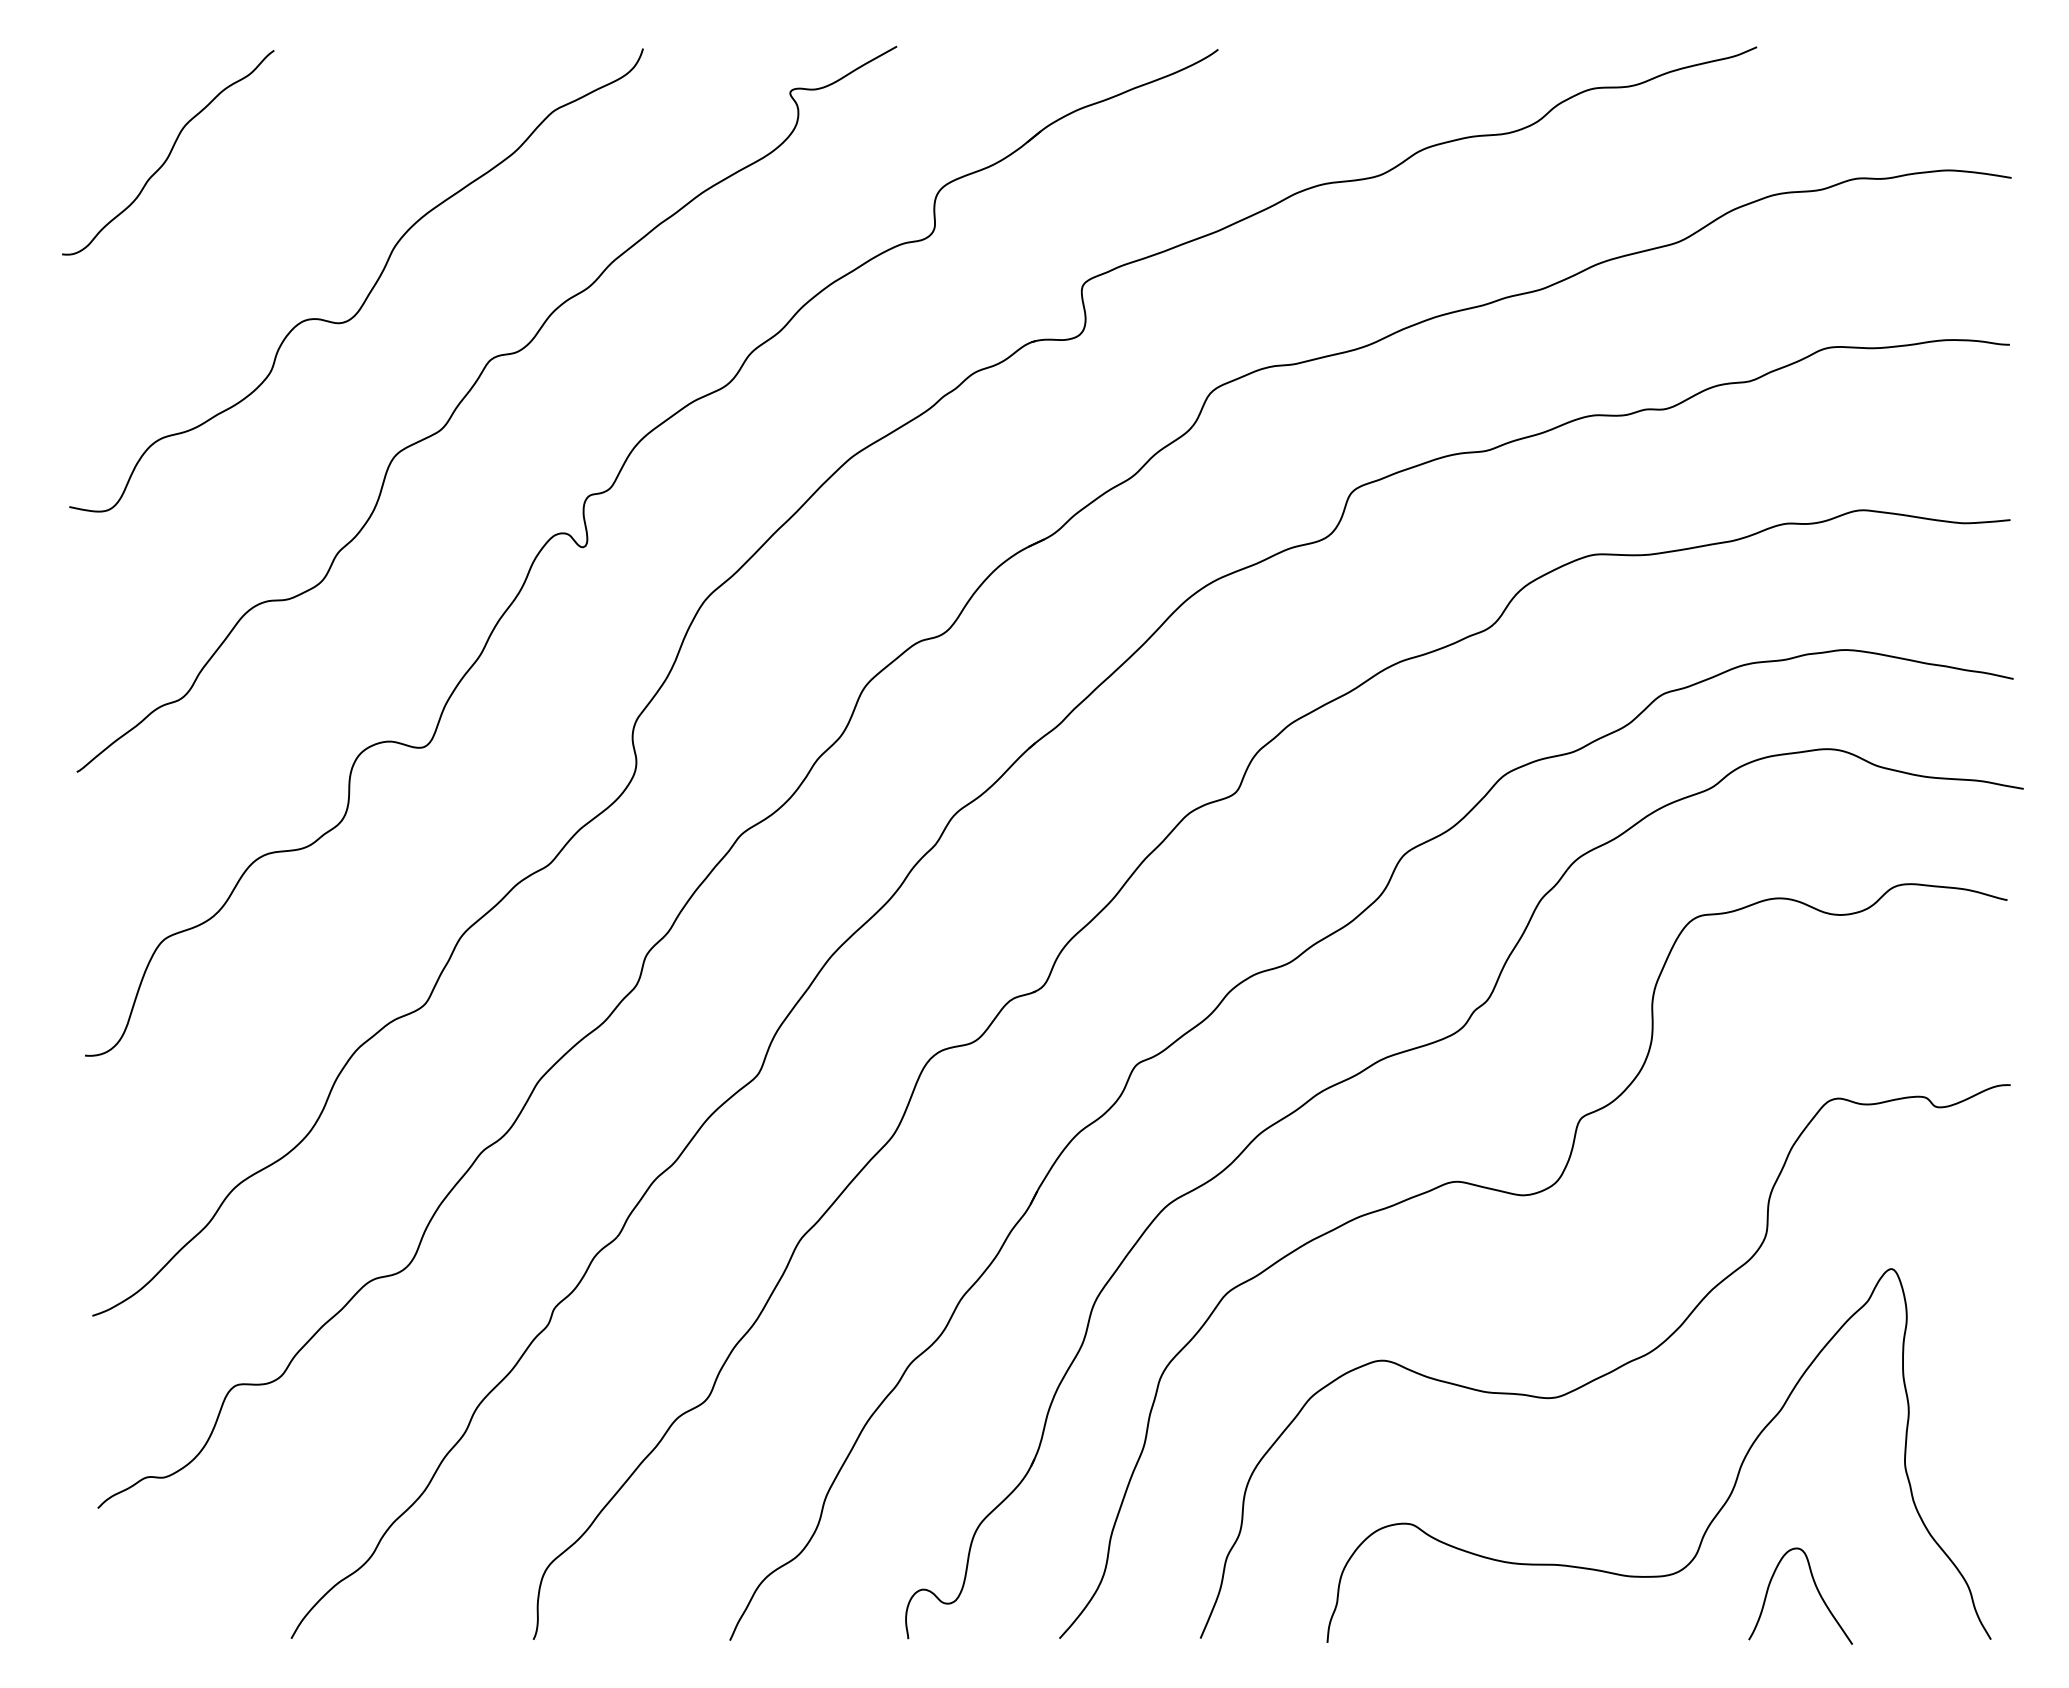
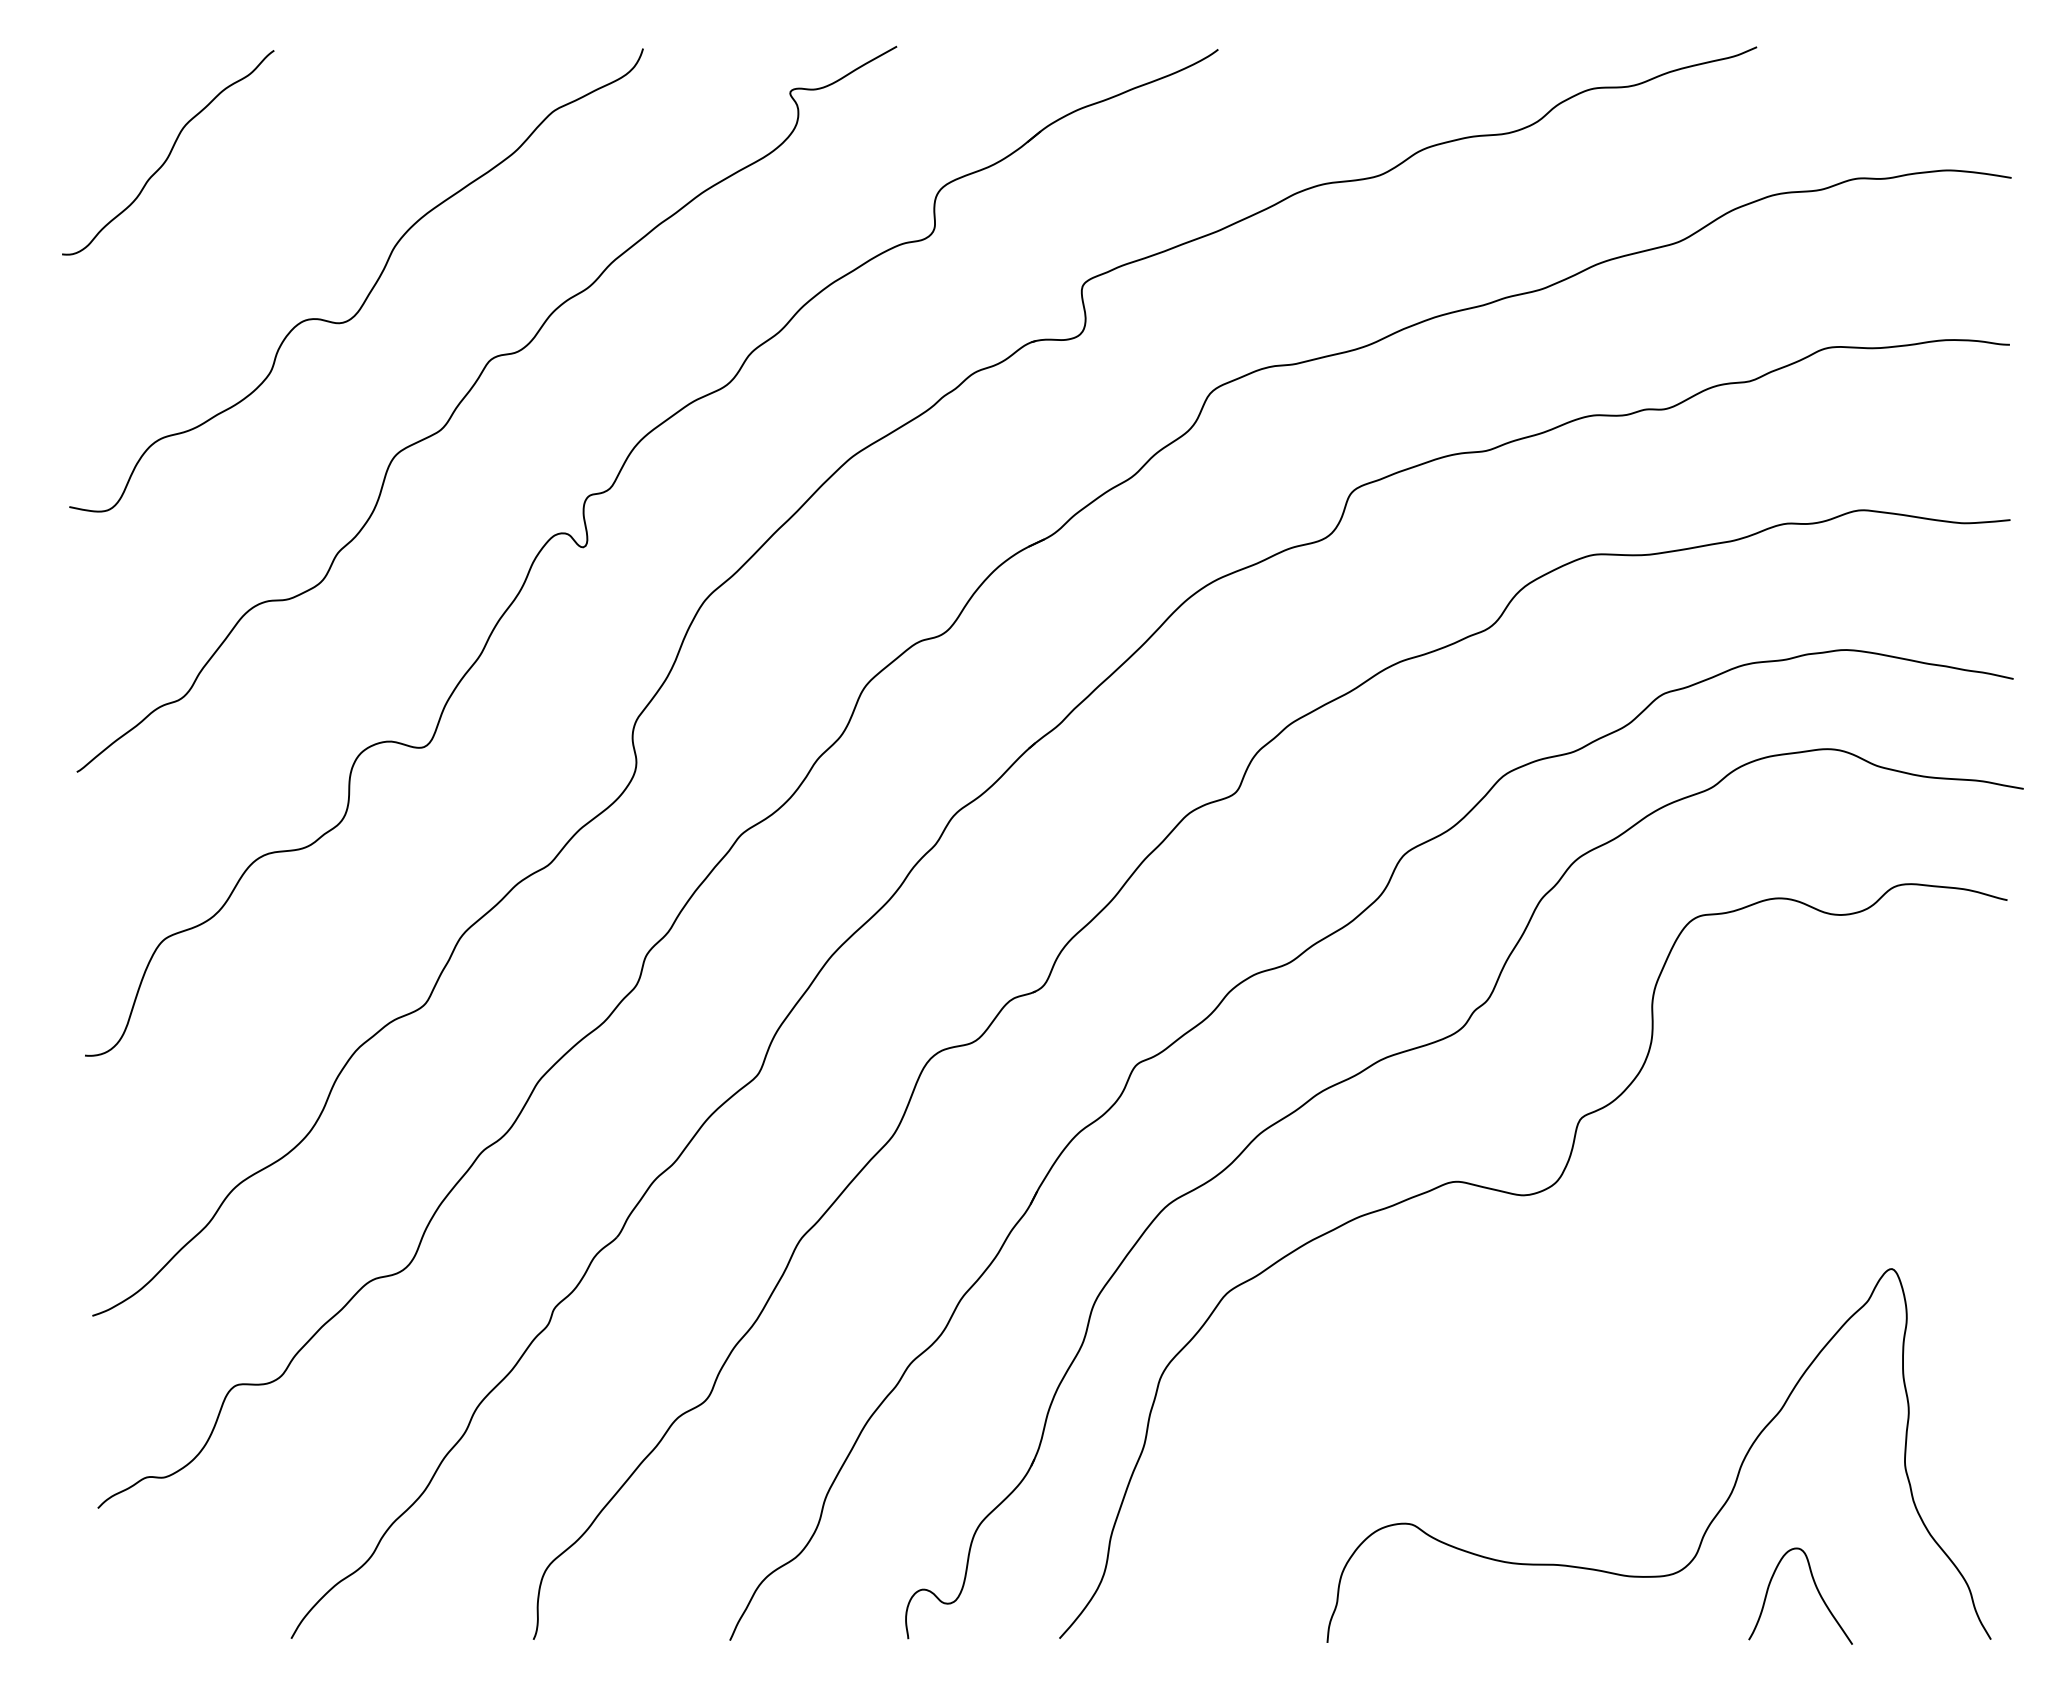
curve at (1609, 1371): present -> none
